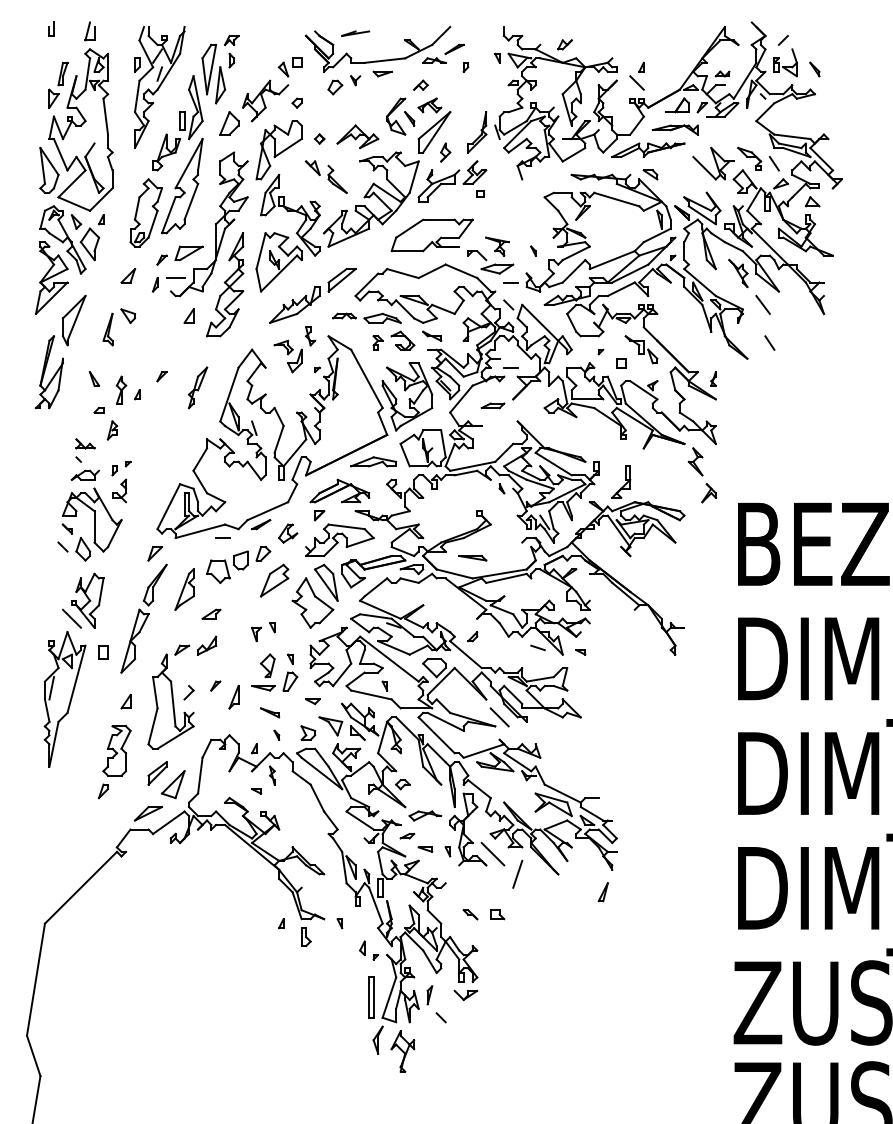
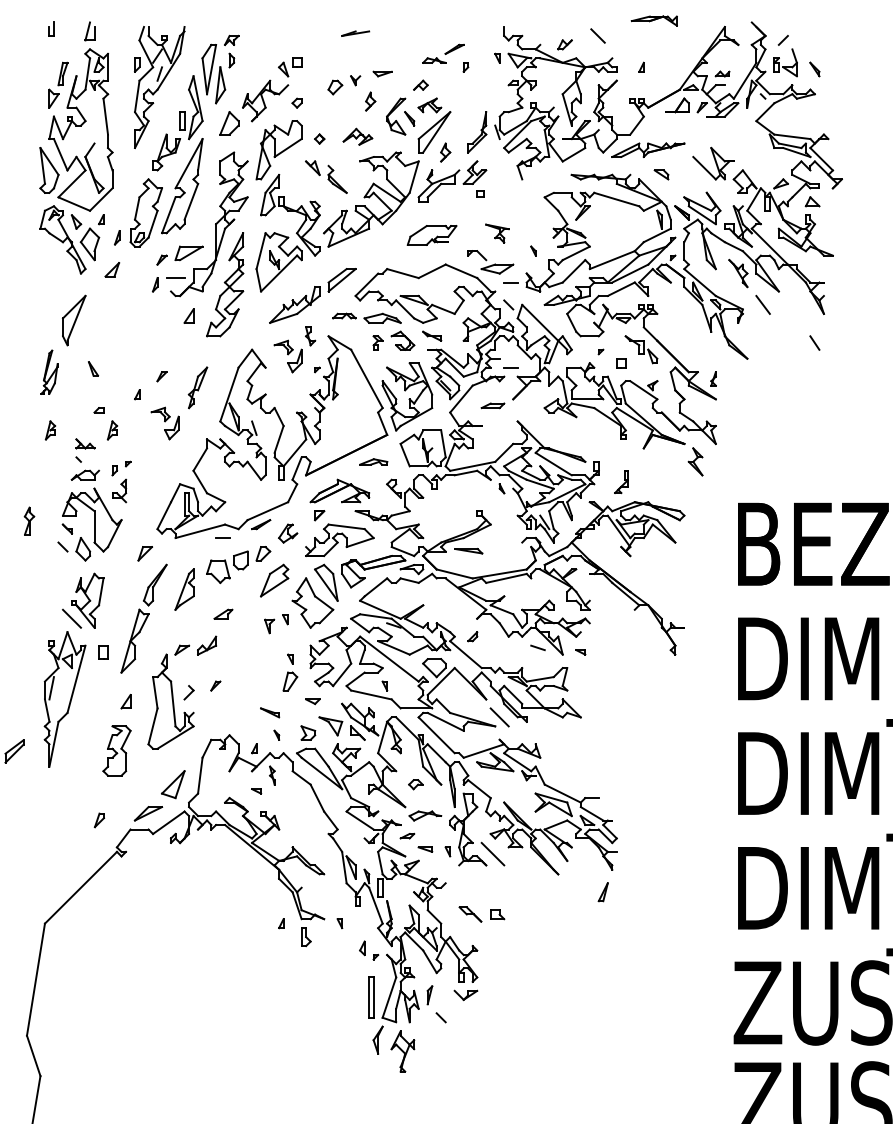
part at (378, 60): present -> none
line at (636, 82) position: (636, 82) -> (597, 35)
part at (370, 101): none -> present
part at (674, 129) position: (674, 129) -> (653, 20)
part at (357, 136) size: 44x26 px -> 32x19 px
part at (758, 159): present -> none
part at (650, 174) position: (650, 174) -> (661, 174)
part at (431, 235) size: 84x35 px -> 52x21 px
part at (117, 237): none -> present
part at (497, 246) position: (497, 246) -> (497, 233)
part at (128, 275) position: (128, 275) -> (112, 269)
part at (51, 277): present -> none
part at (111, 325): present -> none
line at (769, 342) position: (769, 342) -> (814, 342)
part at (49, 372) size: 29x75 px -> 19x46 px
part at (94, 378) position: (94, 378) -> (93, 368)
part at (121, 389) position: (121, 389) -> (29, 520)
part at (164, 423): none -> present
part at (50, 430): none -> present
part at (373, 461) size: 48x12 px -> 30x8 px
part at (621, 481) size: 21x34 px -> 15x25 px
part at (708, 493): present -> none
part at (154, 553) position: (154, 553) -> (144, 553)
part at (472, 558) position: (472, 558) -> (468, 551)
part at (211, 613) position: (211, 613) -> (223, 613)
part at (263, 632) position: (263, 632) -> (276, 624)
part at (263, 672): present -> none
part at (233, 697): present -> none
part at (157, 773) position: (157, 773) -> (14, 751)
part at (402, 784) position: (402, 784) -> (415, 784)
part at (102, 791) position: (102, 791) -> (98, 820)
line at (517, 874): present -> none
part at (470, 914) size: 17x12 px -> 25x17 px
